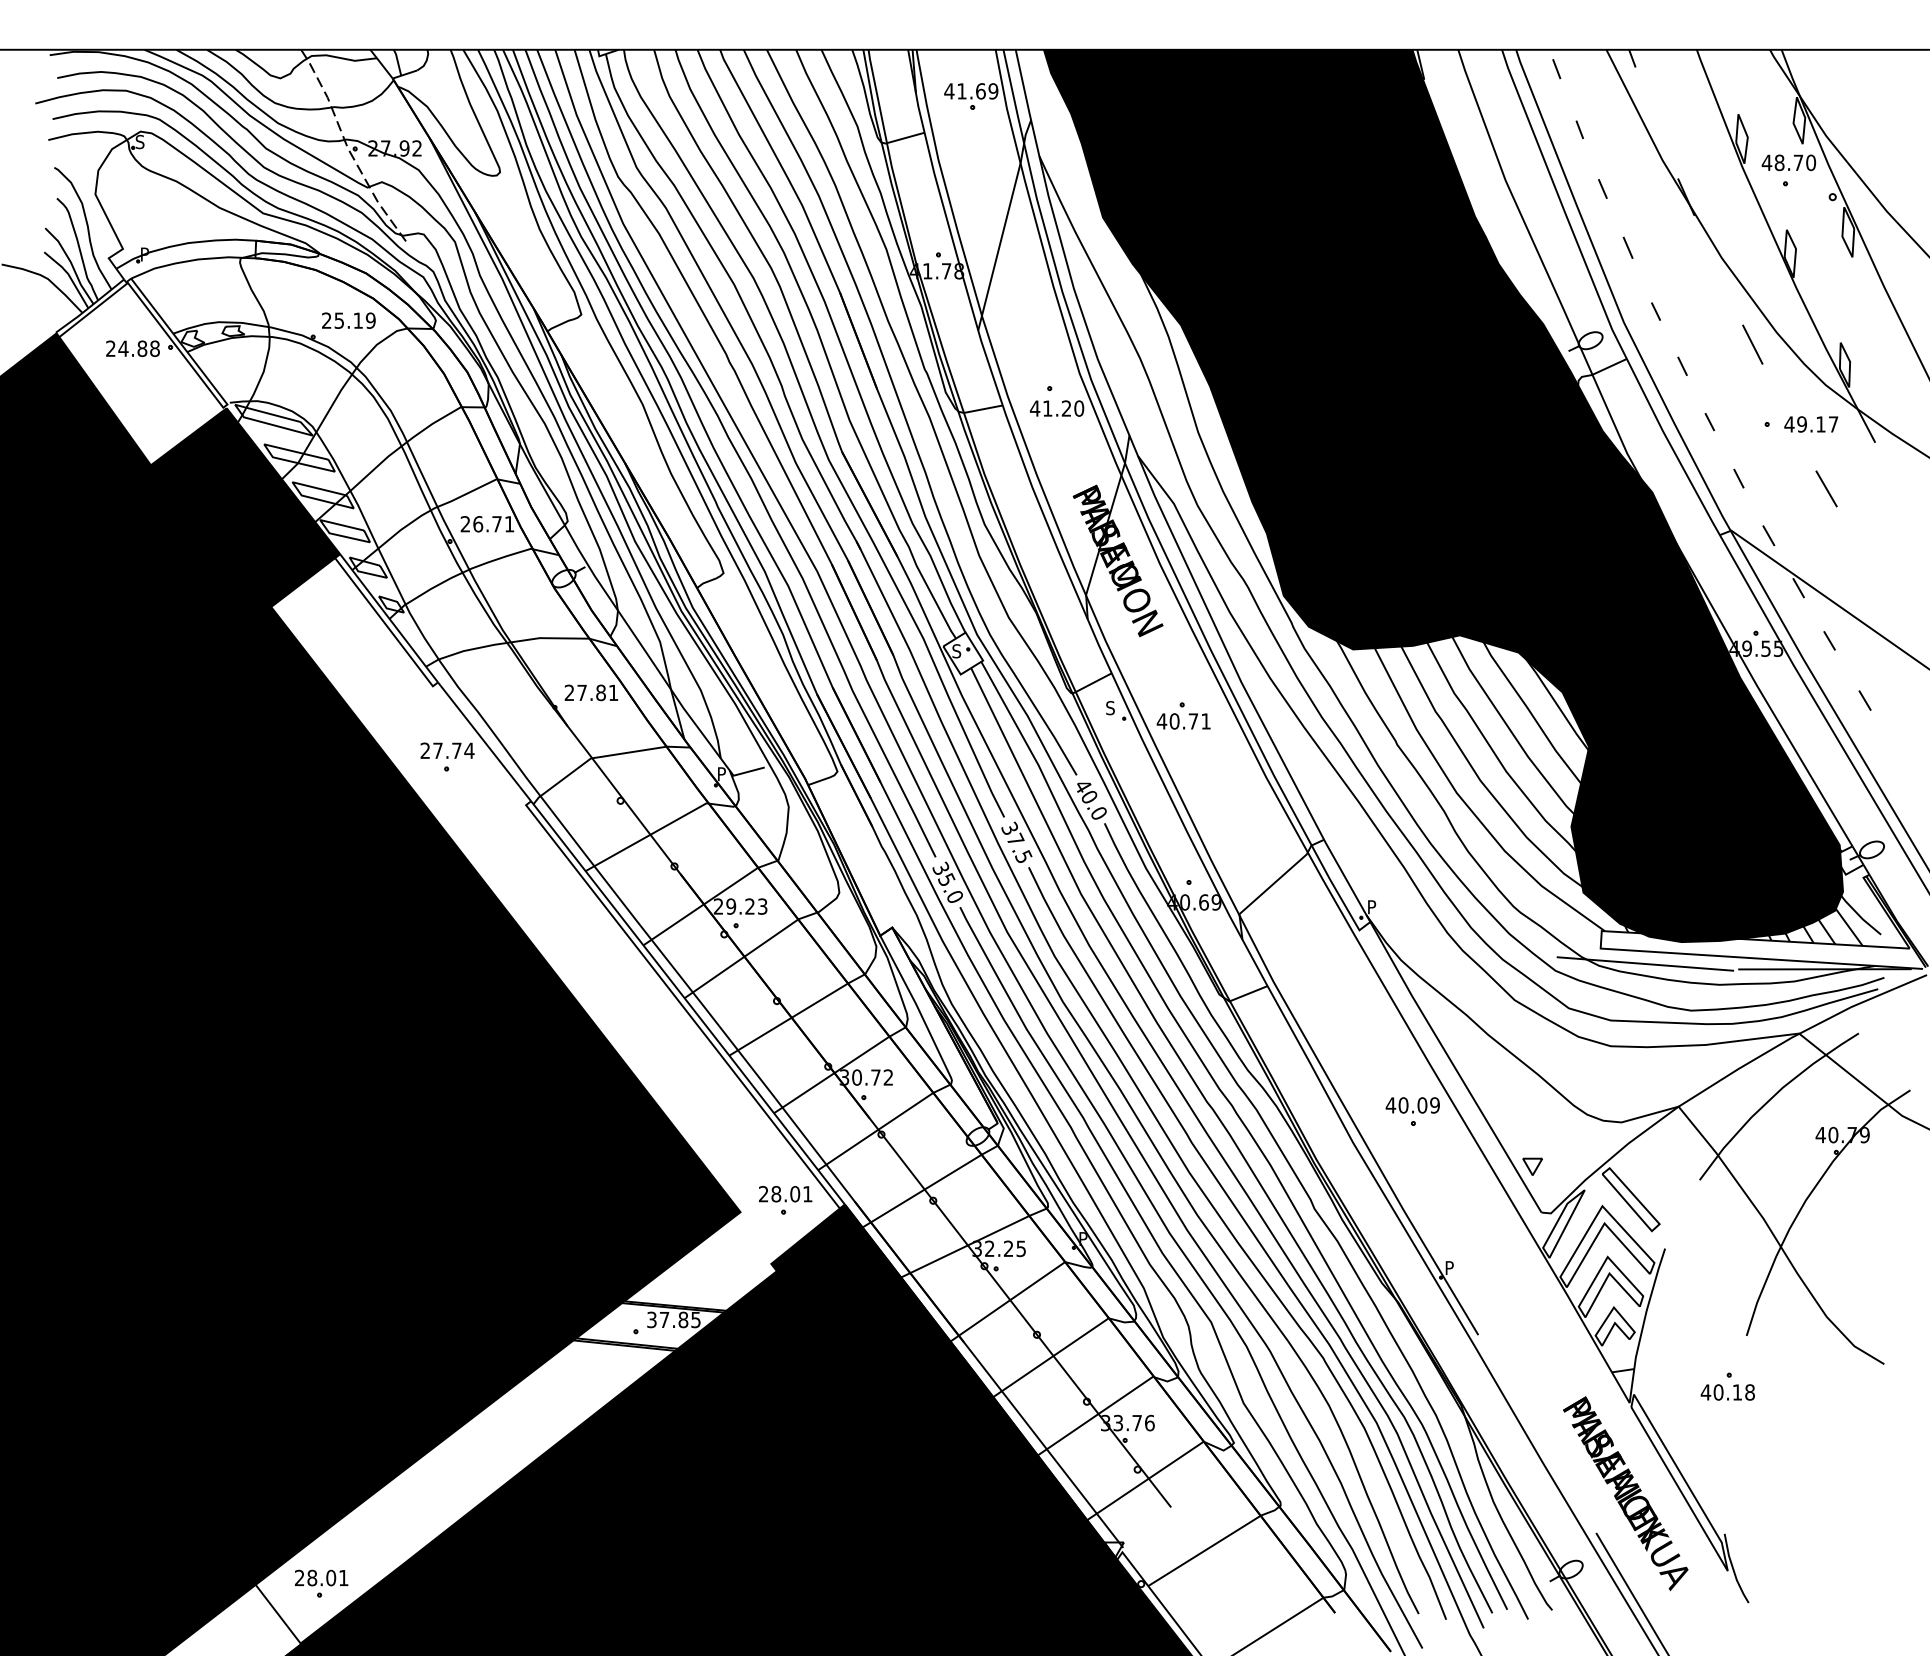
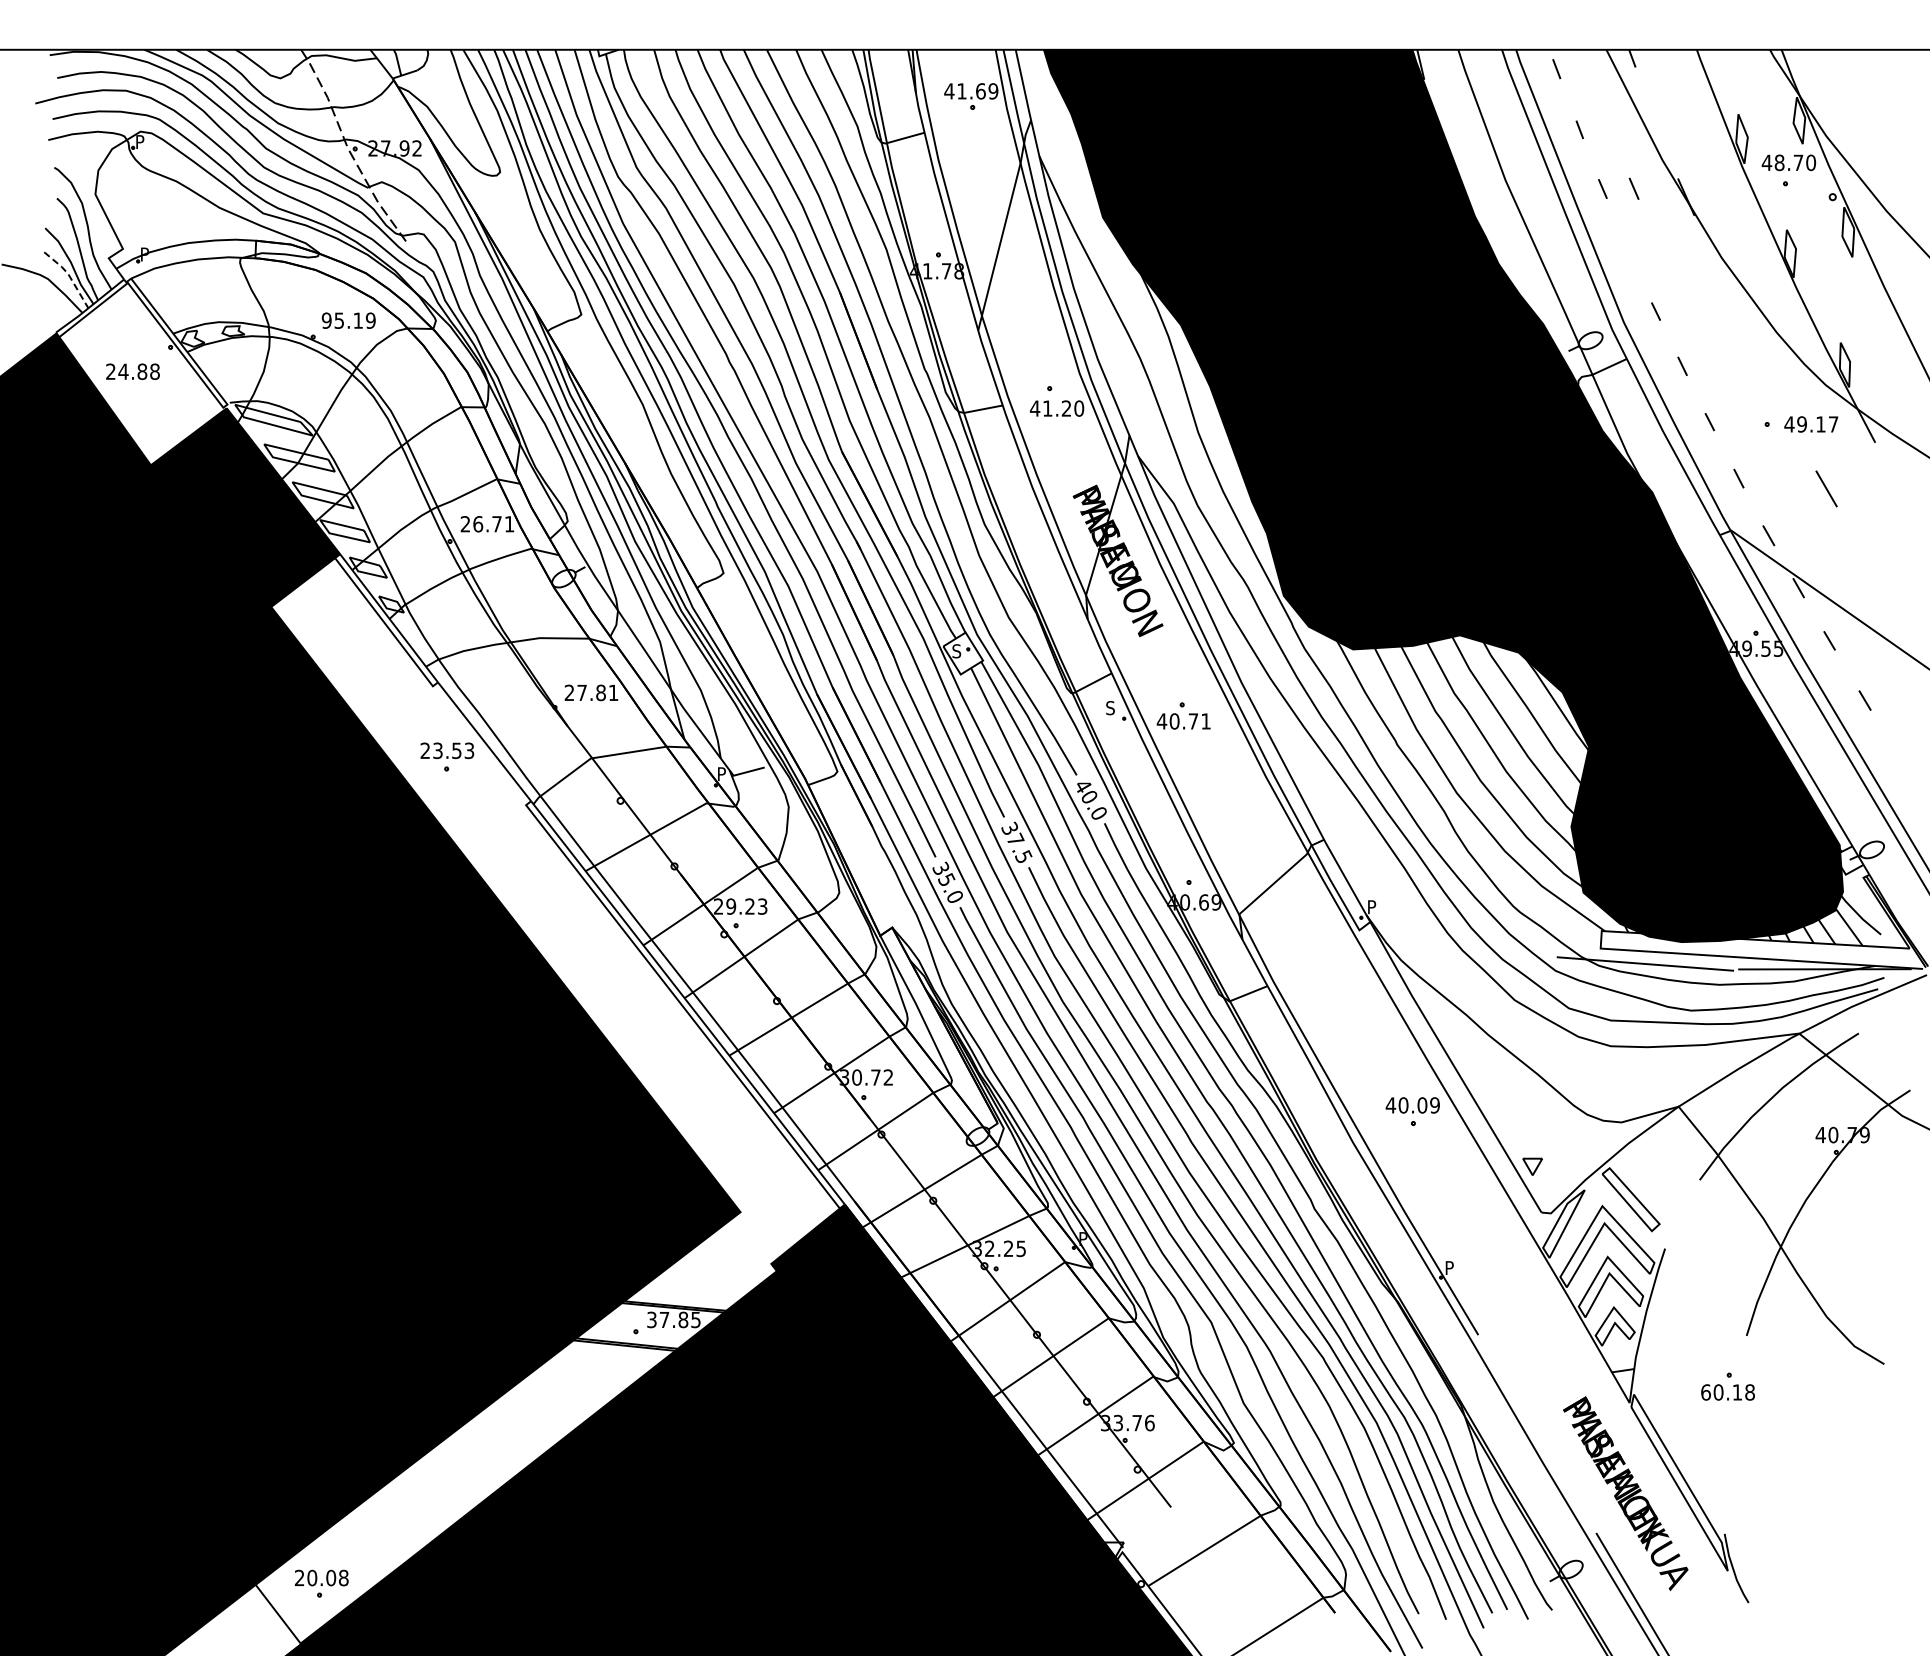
text at (139, 141): S -> P
line at (1627, 247) position: (1627, 247) -> (1633, 188)
line at (69, 276): solid -> dashed
text at (326, 320): 25.19 -> 95.19
line at (1752, 344): present -> none
text at (132, 348) position: (132, 348) -> (132, 371)
text at (453, 750): 27.74 -> 23.53
part at (785, 1200): present -> none
text at (1705, 1392): 40.18 -> 60.18
text at (327, 1577): 28.01 -> 20.08
